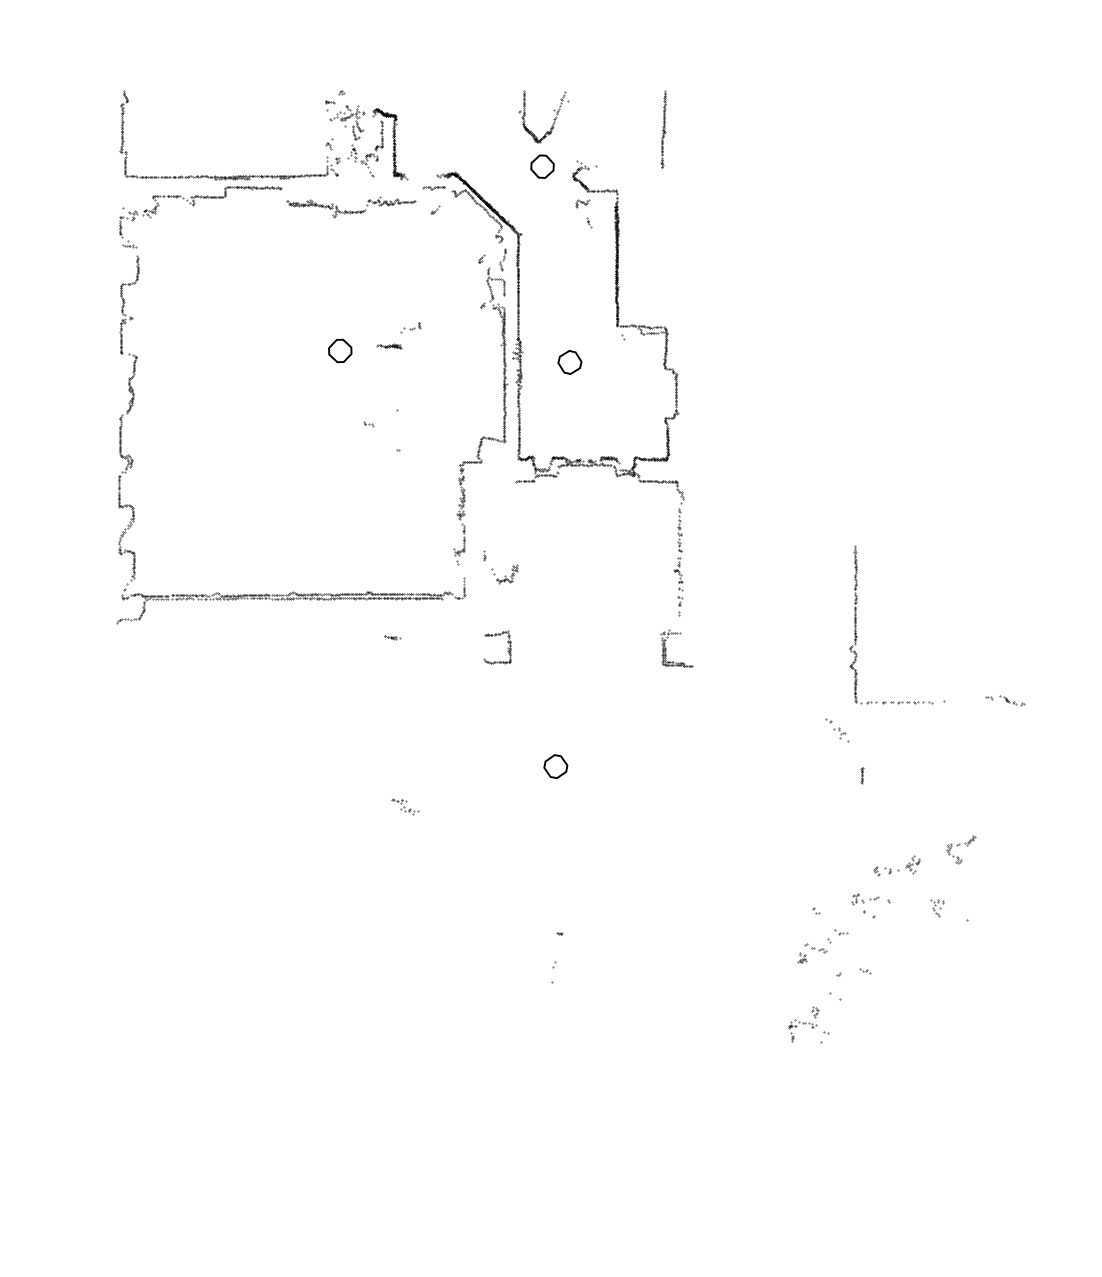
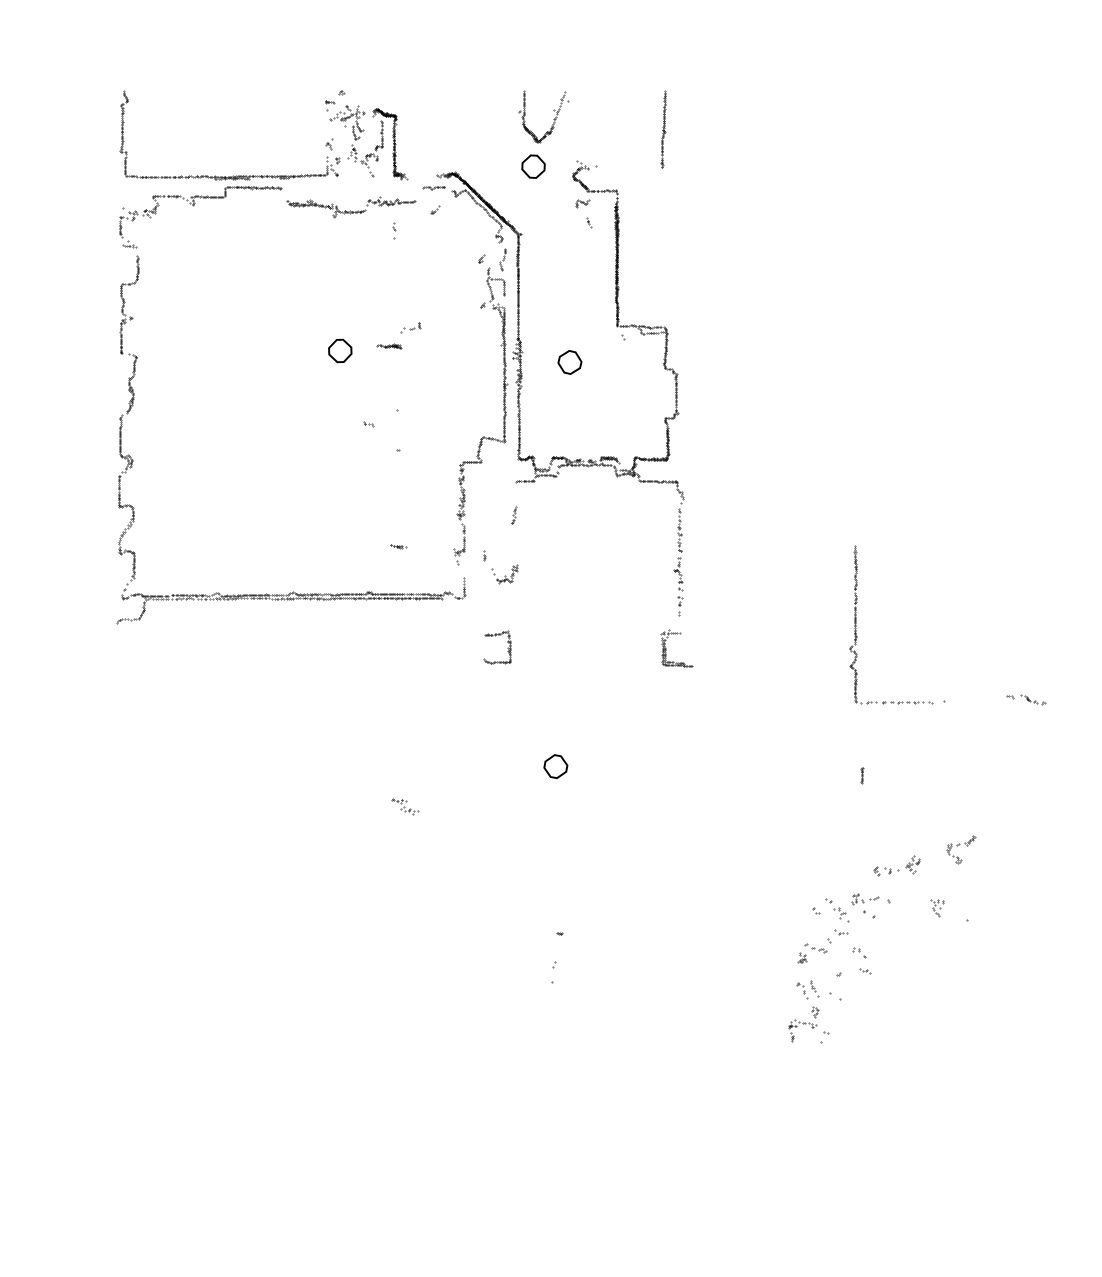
part at (542, 166) position: (542, 166) -> (533, 166)
part at (394, 230): none -> present
part at (514, 515): none -> present
part at (392, 637) position: (392, 637) -> (398, 546)
part at (1005, 700) position: (1005, 700) -> (1026, 699)
part at (837, 730) position: (837, 730) -> (837, 910)
part at (859, 952): none -> present
part at (807, 989): none -> present
